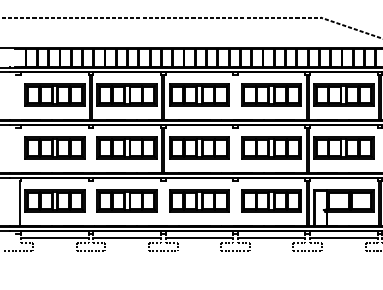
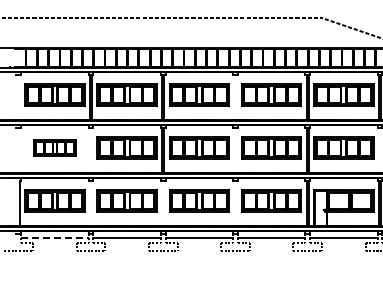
part at (54, 147) size: 62x24 px -> 44x18 px
line at (54, 237): solid -> dashed
